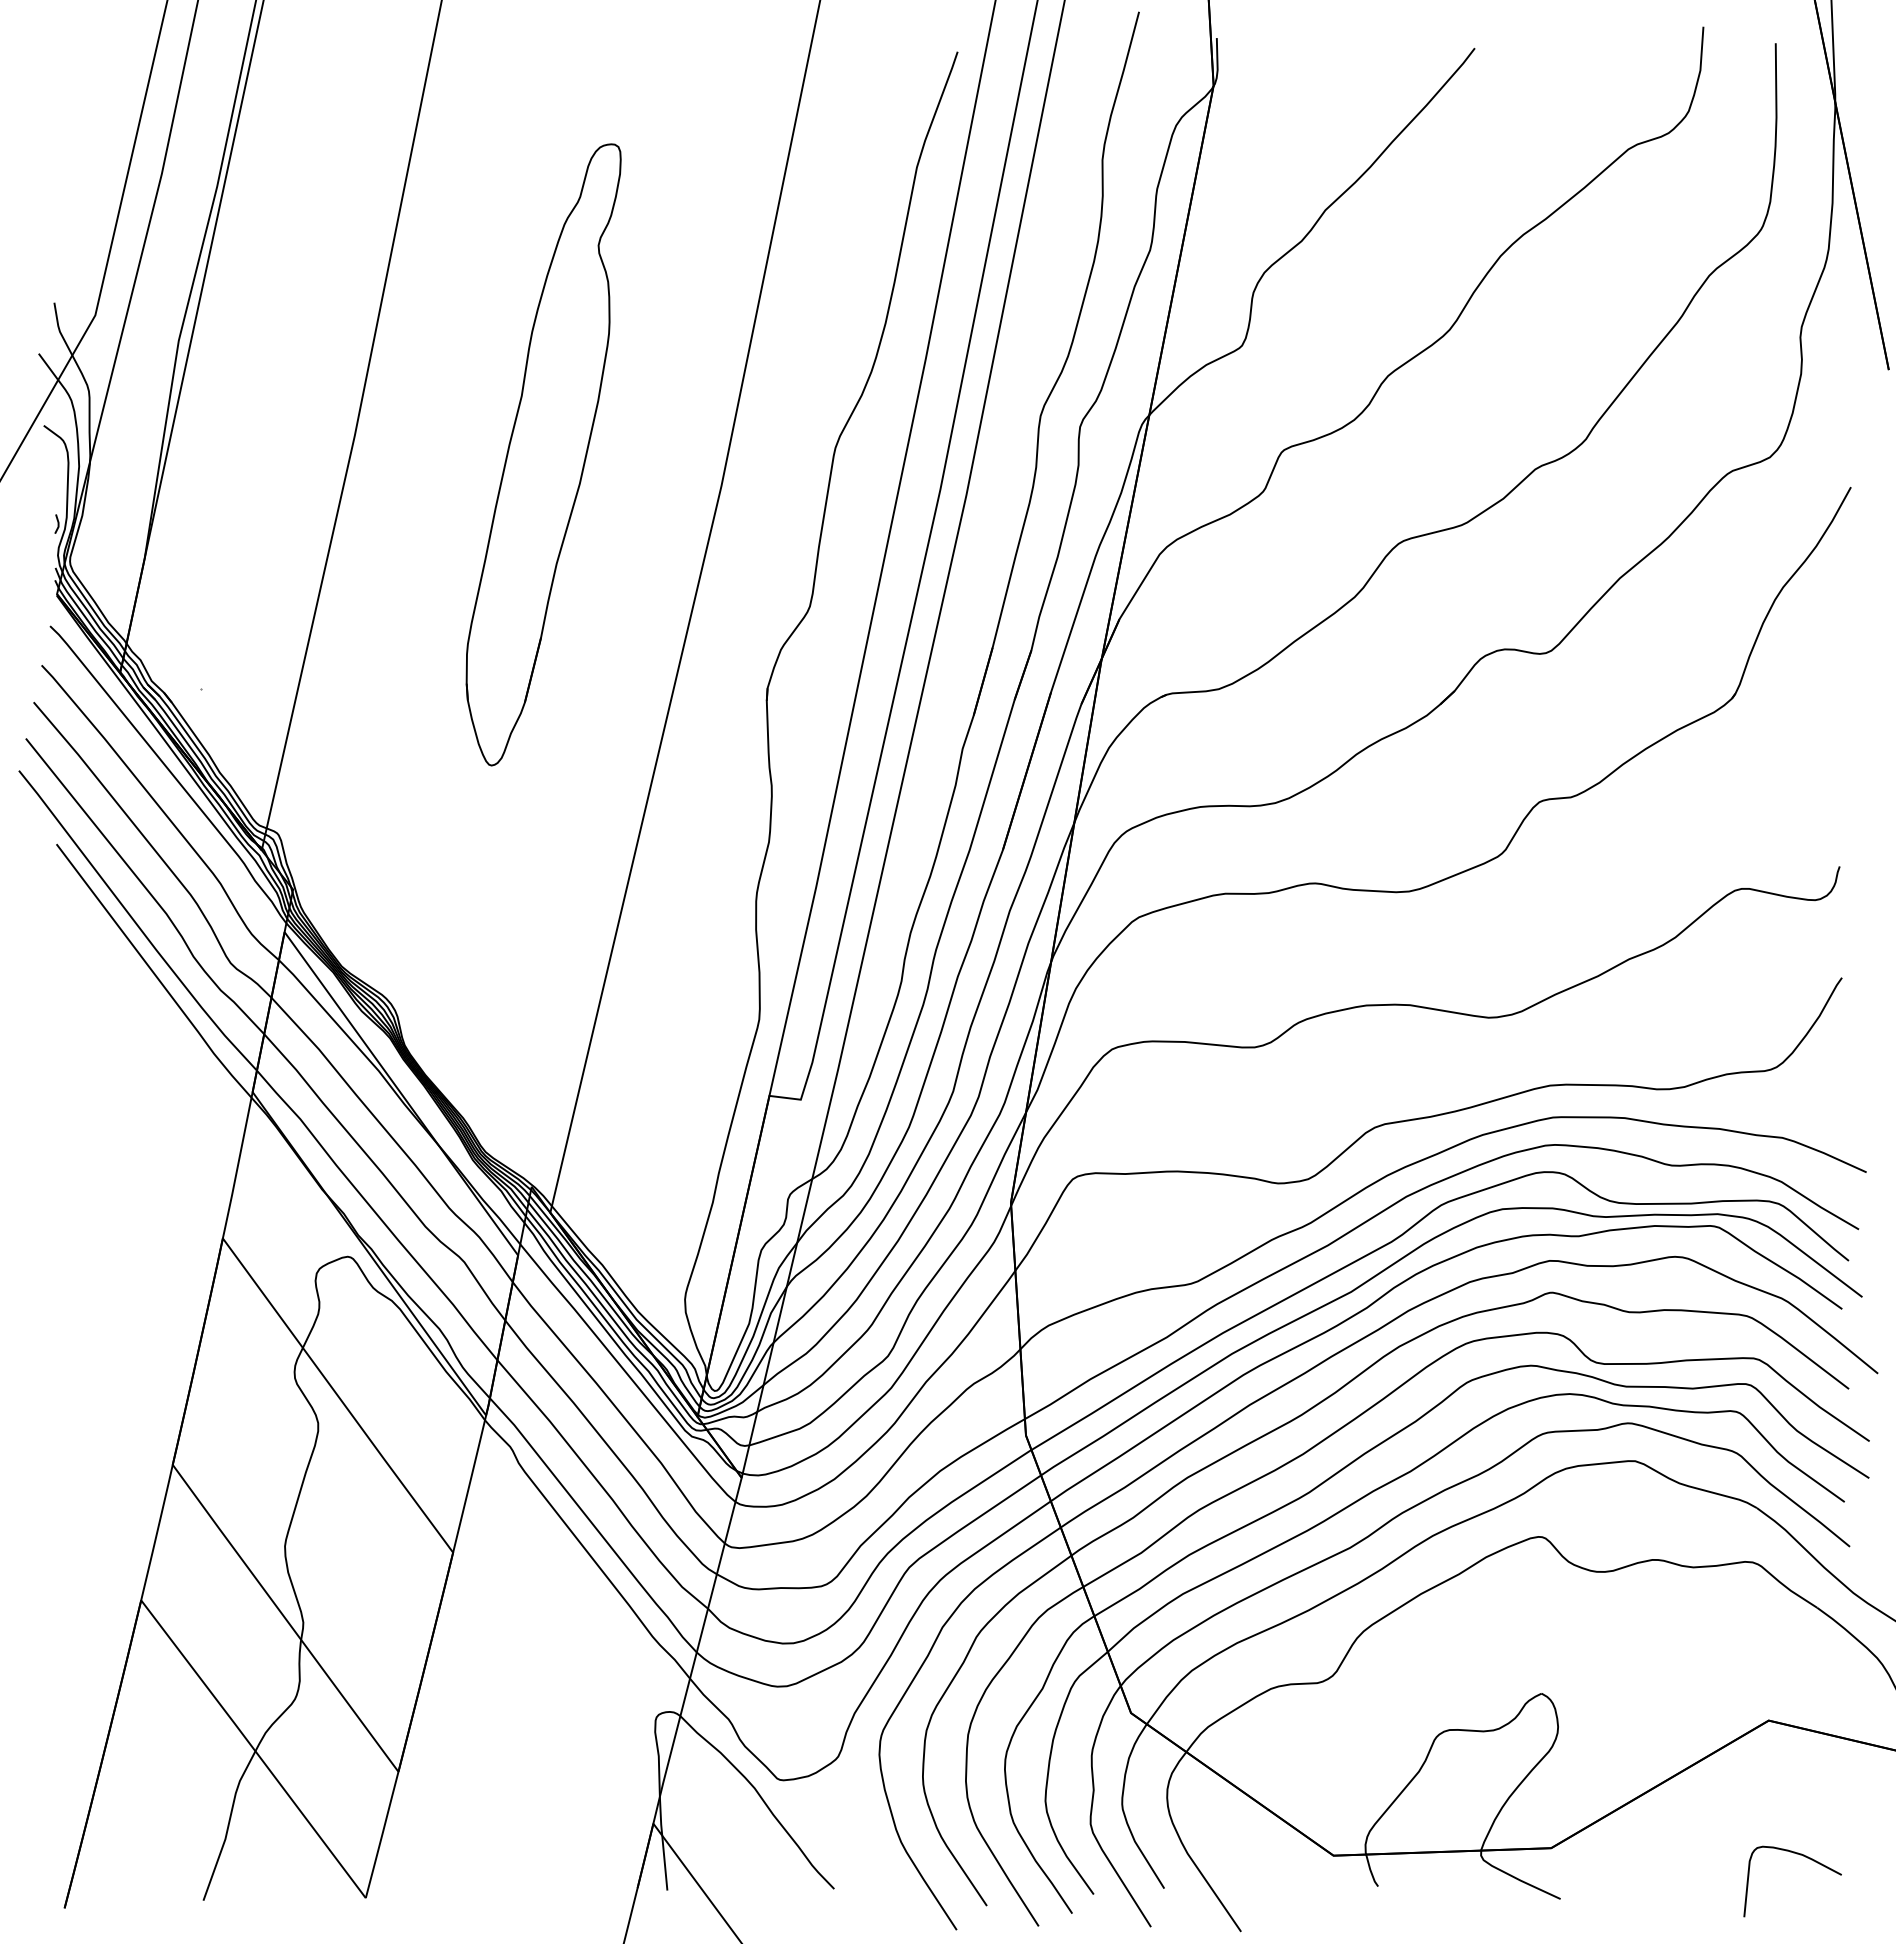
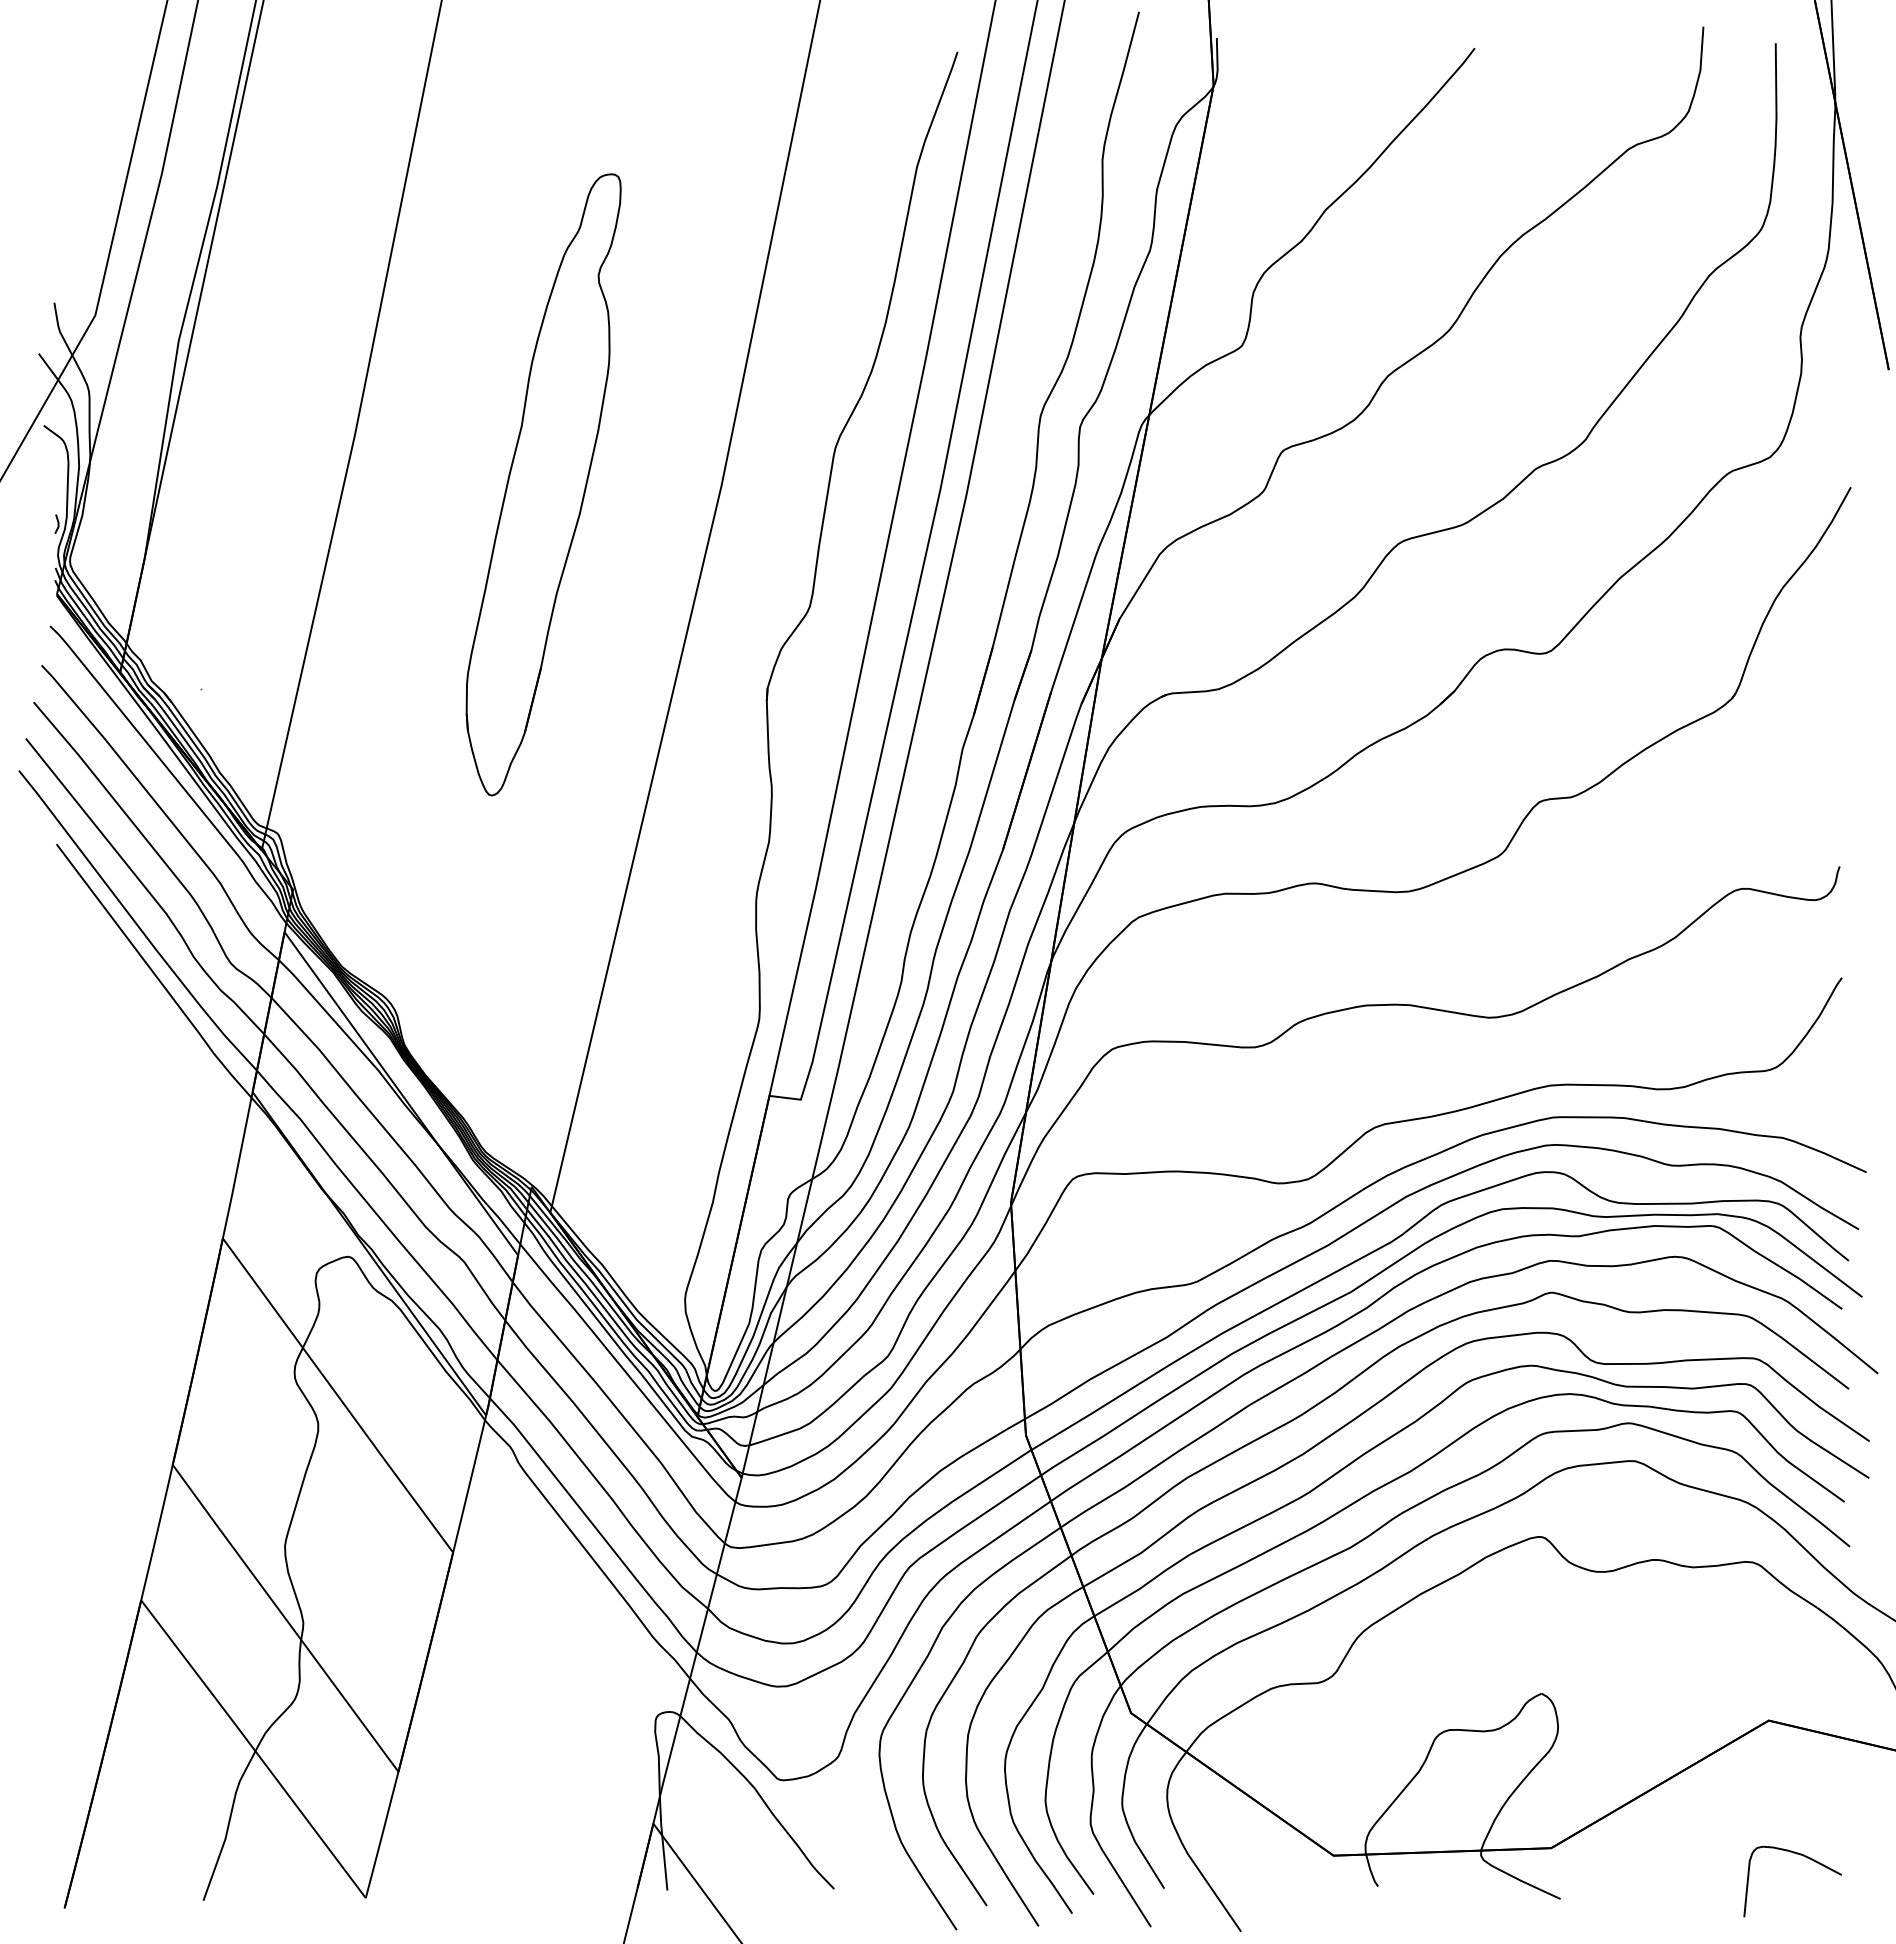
part at (543, 454) position: (543, 454) -> (543, 484)
